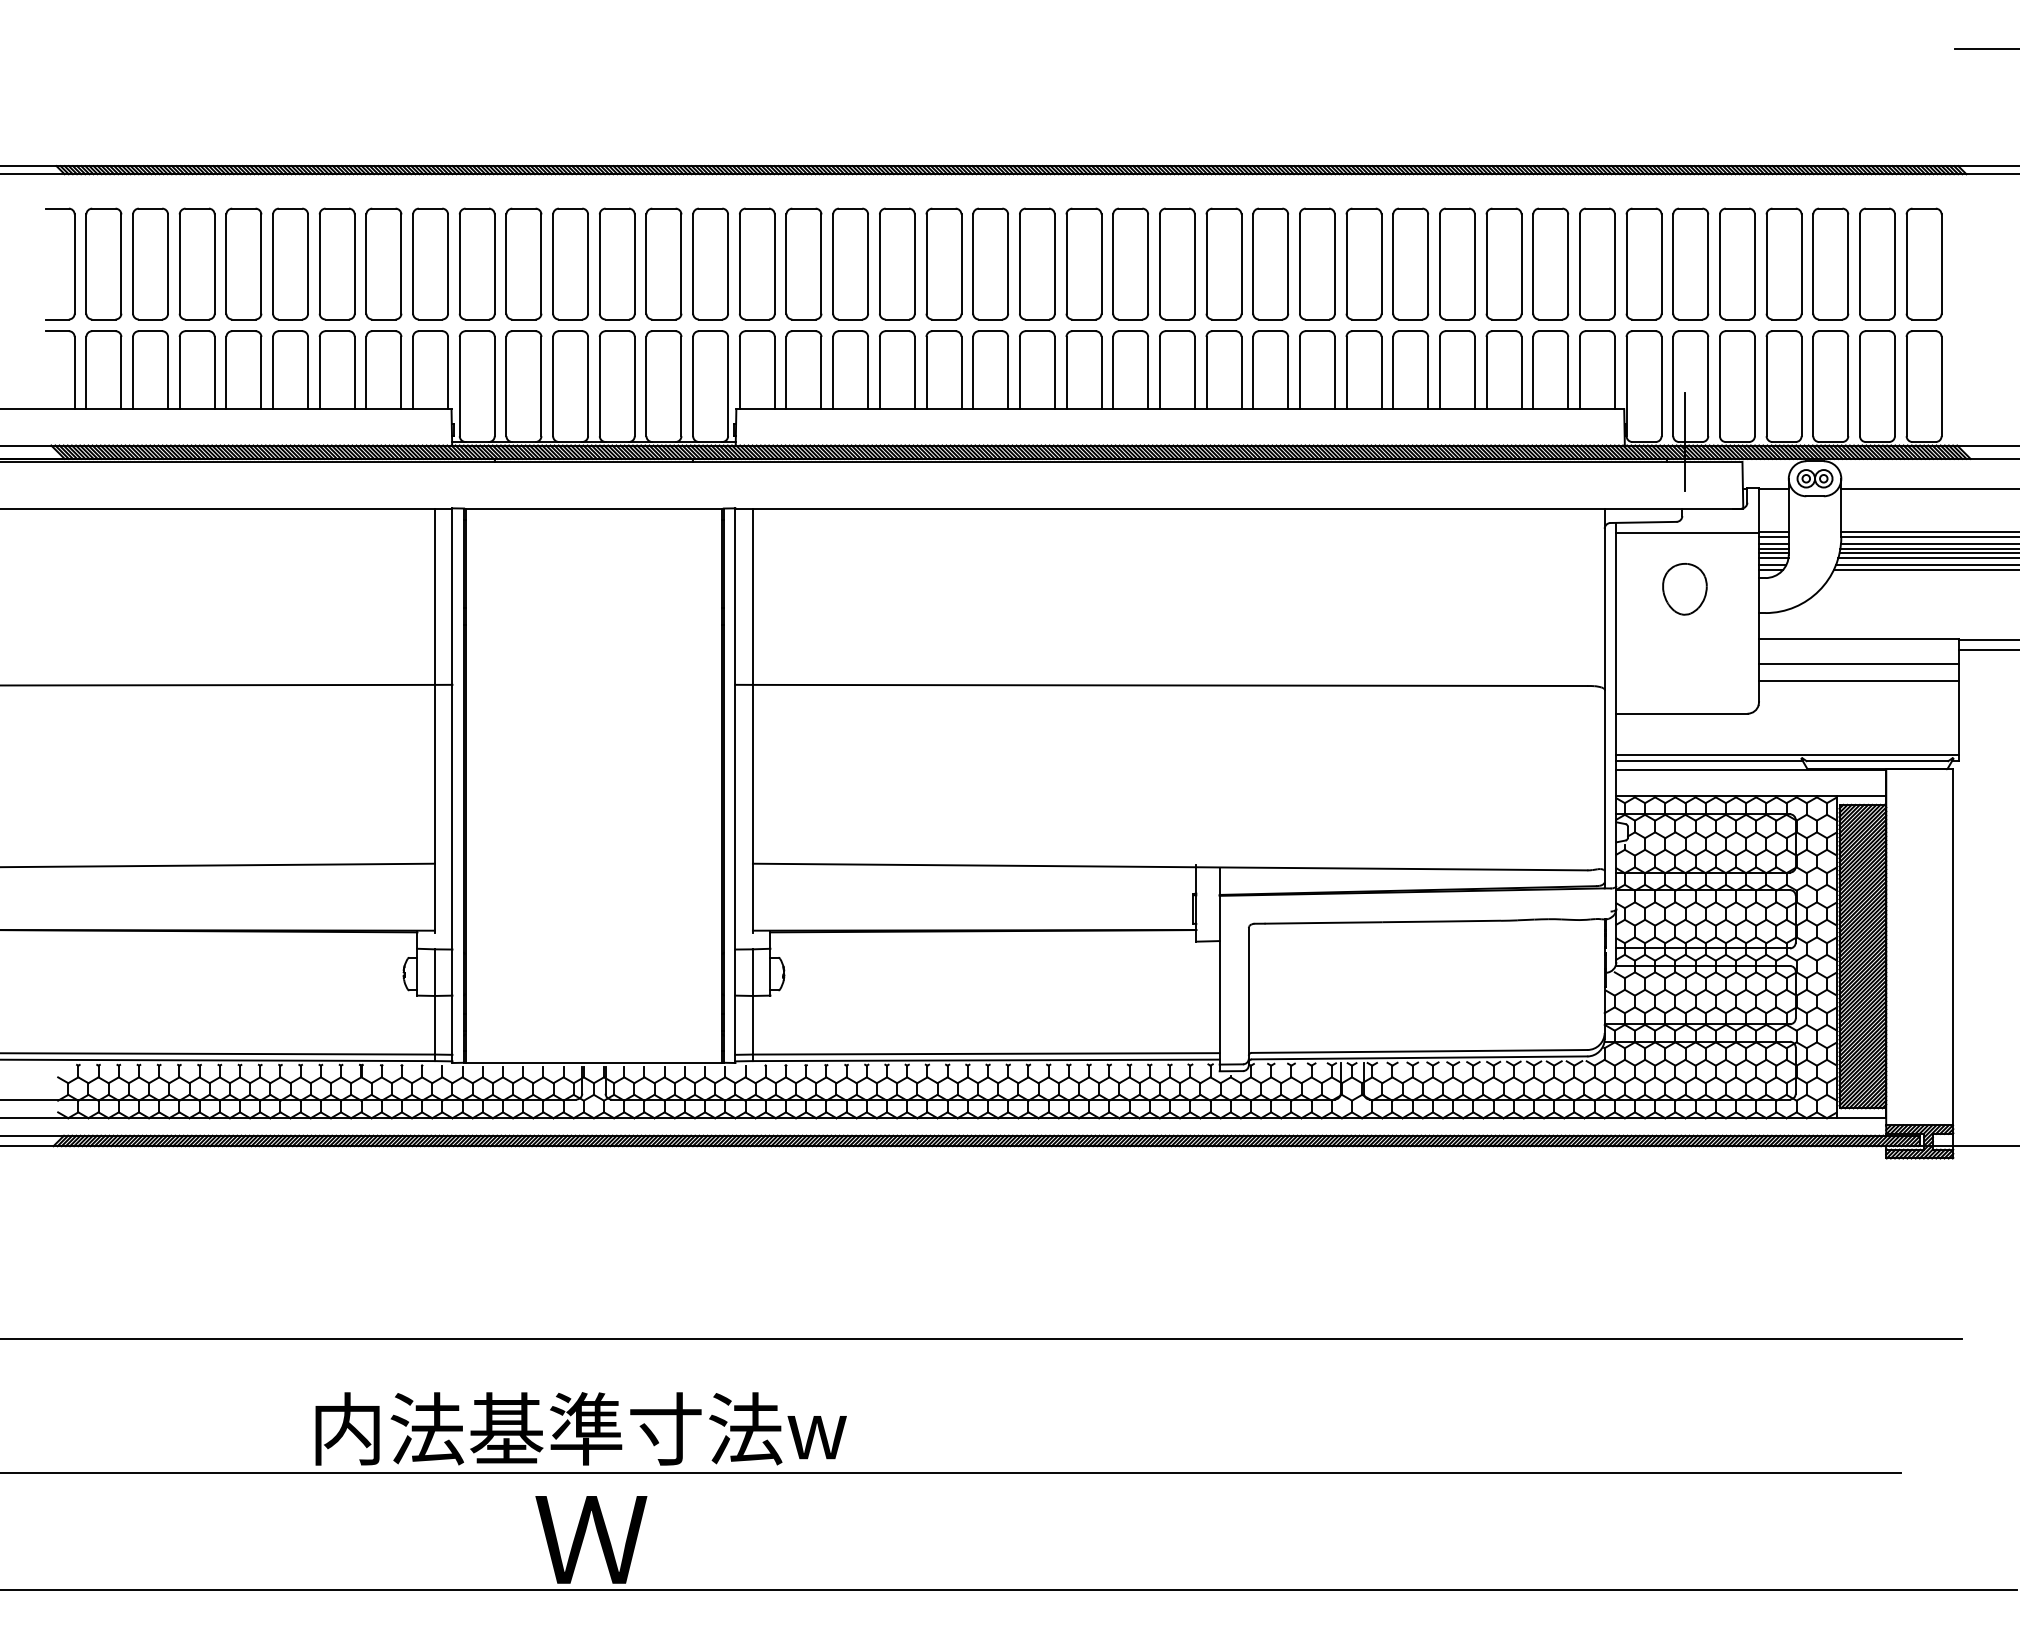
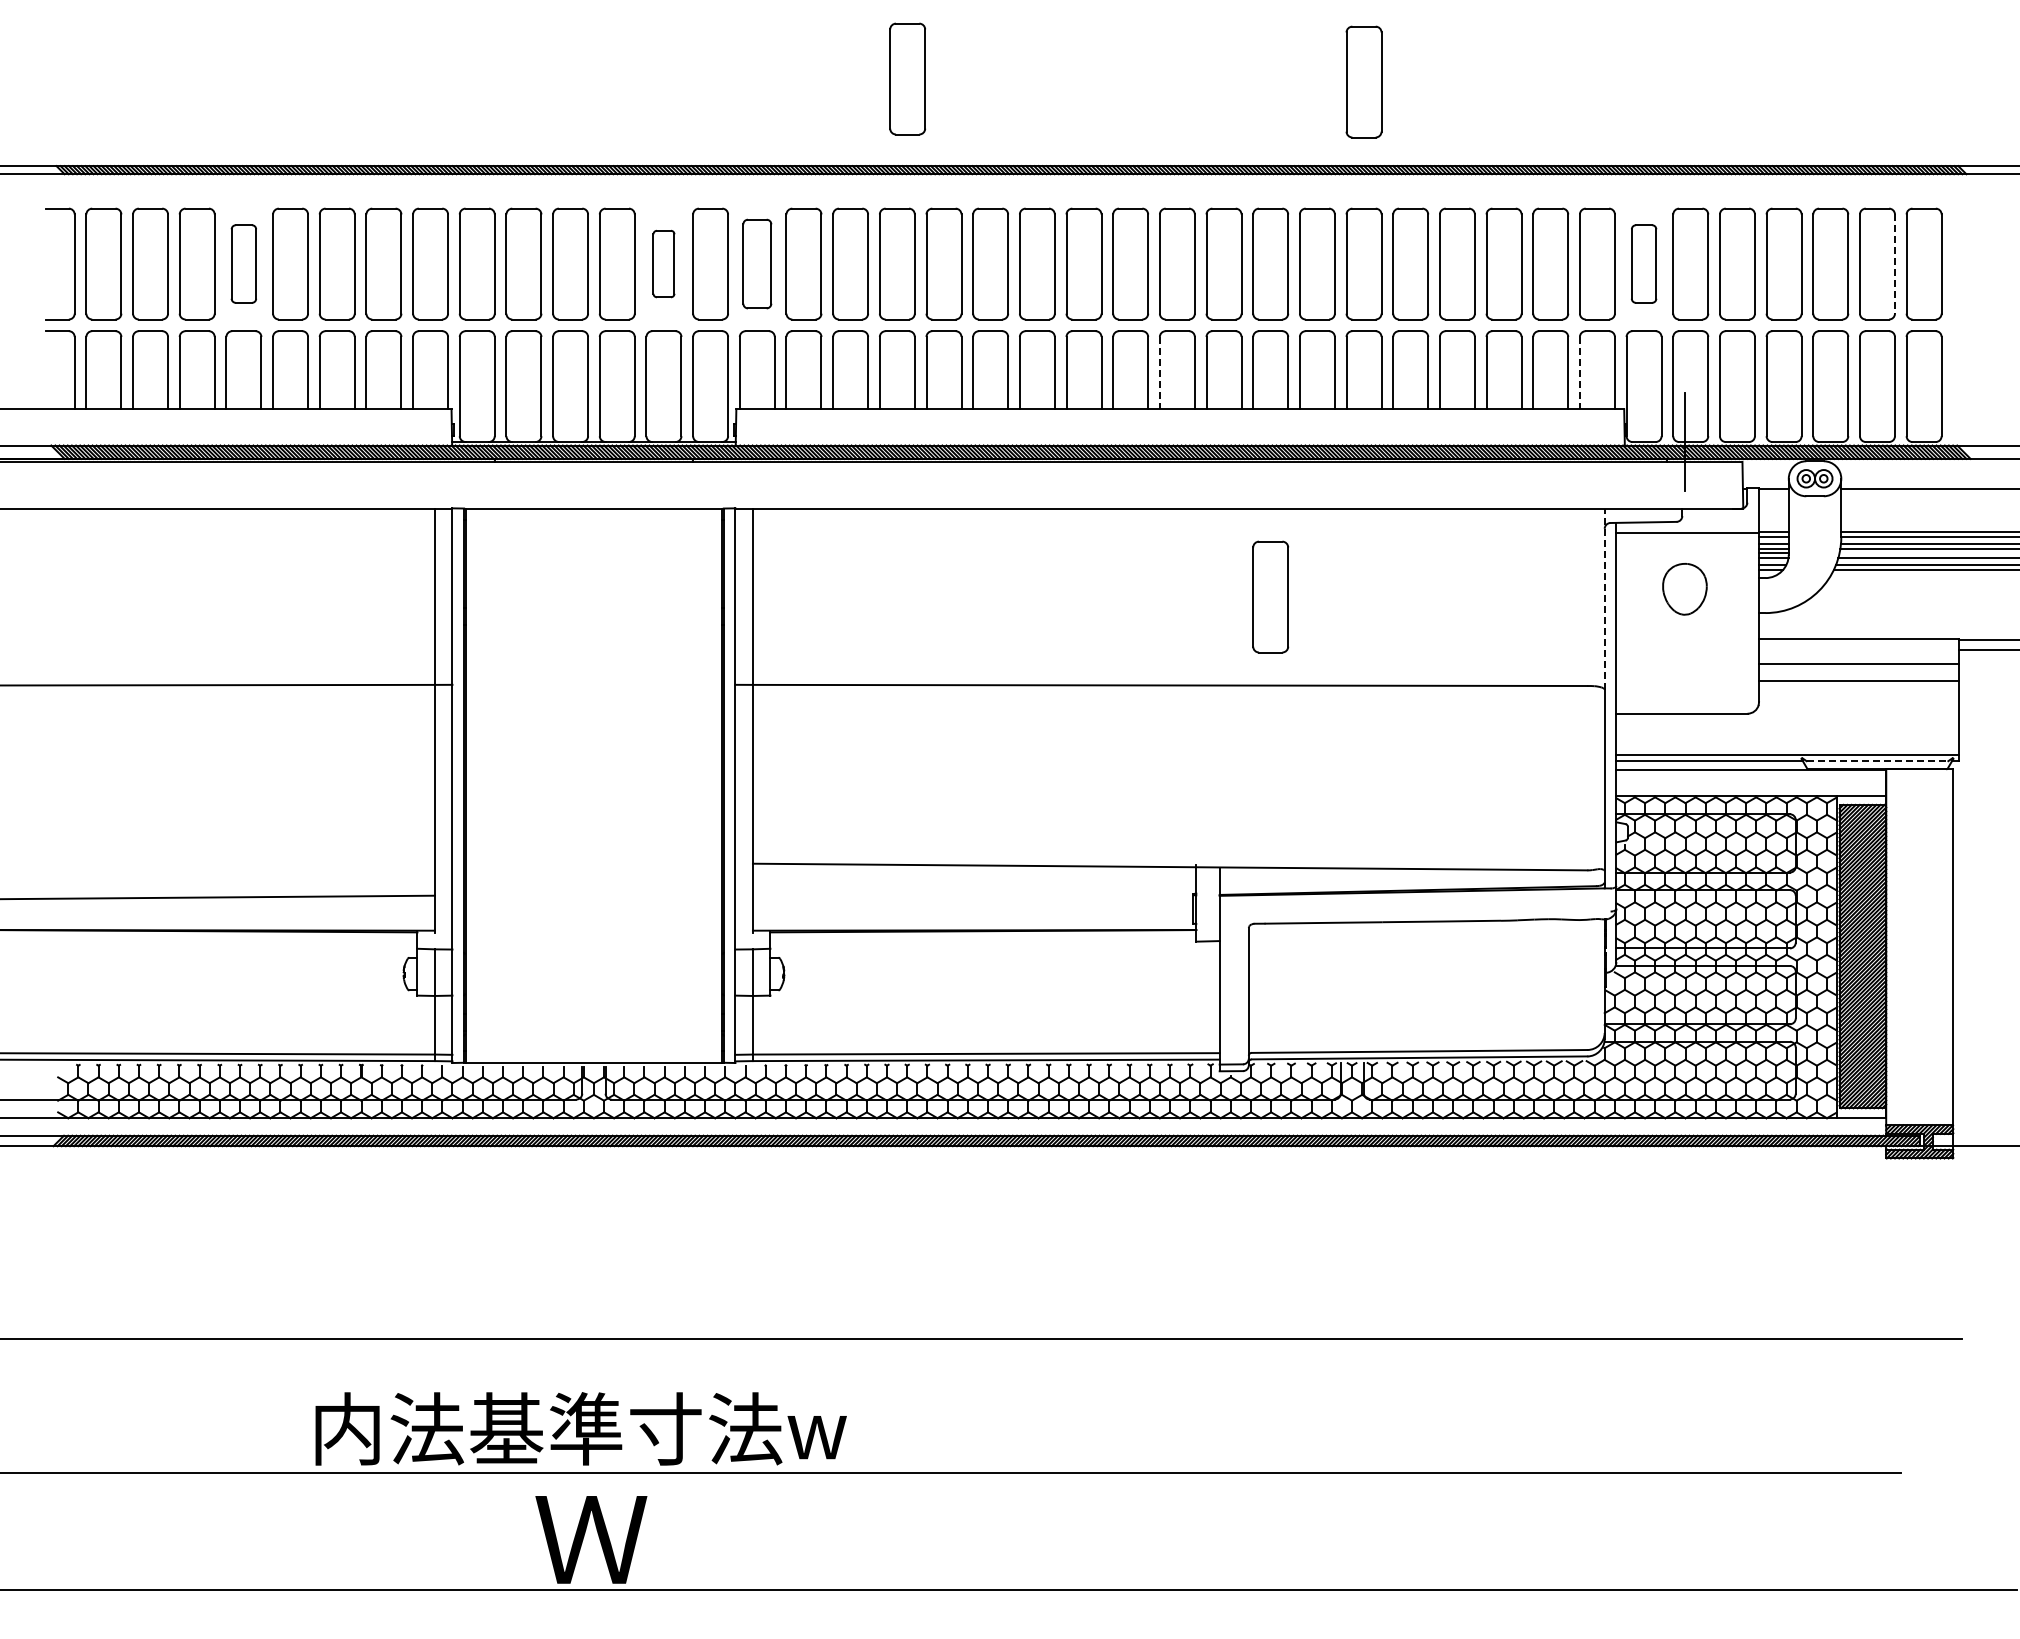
line at (1985, 49): present -> none
part at (907, 78): none -> present
part at (1363, 81): none -> present
part at (243, 263) size: 38x114 px -> 27x80 px
part at (663, 263) size: 38x114 px -> 24x70 px
part at (757, 263) size: 37x114 px -> 31x92 px
part at (1643, 263) size: 38x114 px -> 27x80 px
line at (1894, 264): solid -> dashed
line at (1159, 373): solid -> dashed
line at (1579, 373): solid -> dashed
line at (1927, 553): present -> none
part at (1270, 596): none -> present
line at (1604, 599): solid -> dashed
line at (1877, 761): solid -> dashed
line at (218, 865) position: (218, 865) -> (218, 897)
